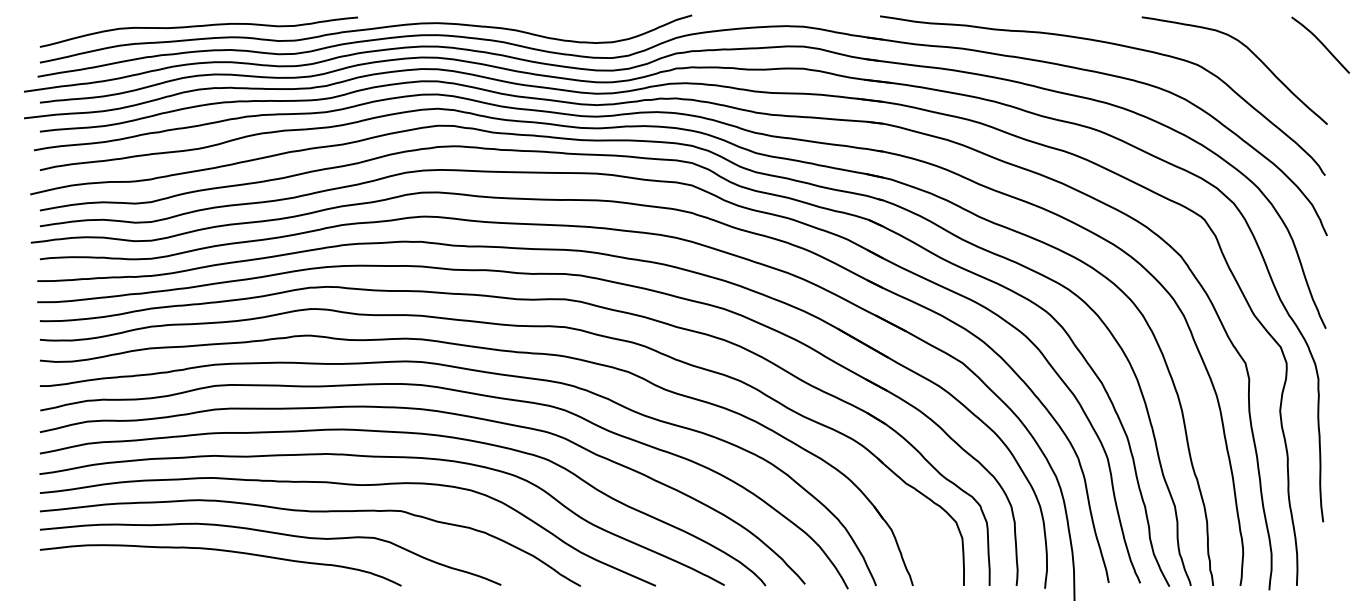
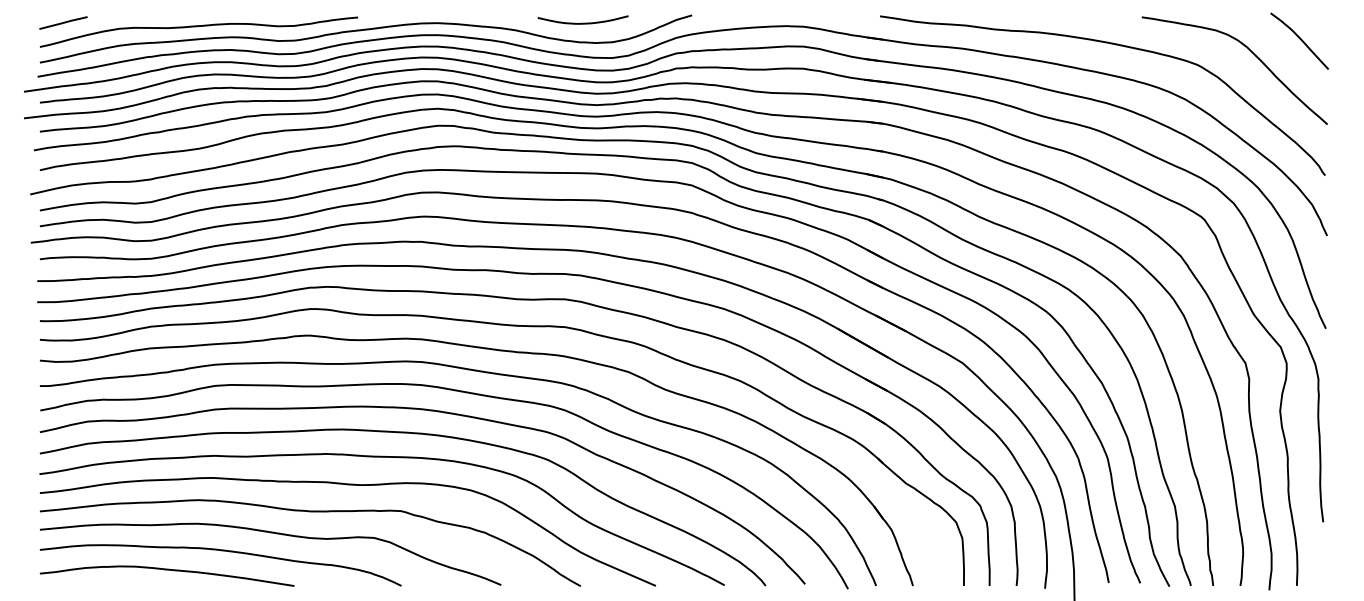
line at (63, 22): none -> present
curve at (582, 22): none -> present
curve at (1320, 43) position: (1320, 43) -> (1299, 39)
curve at (166, 570): none -> present
